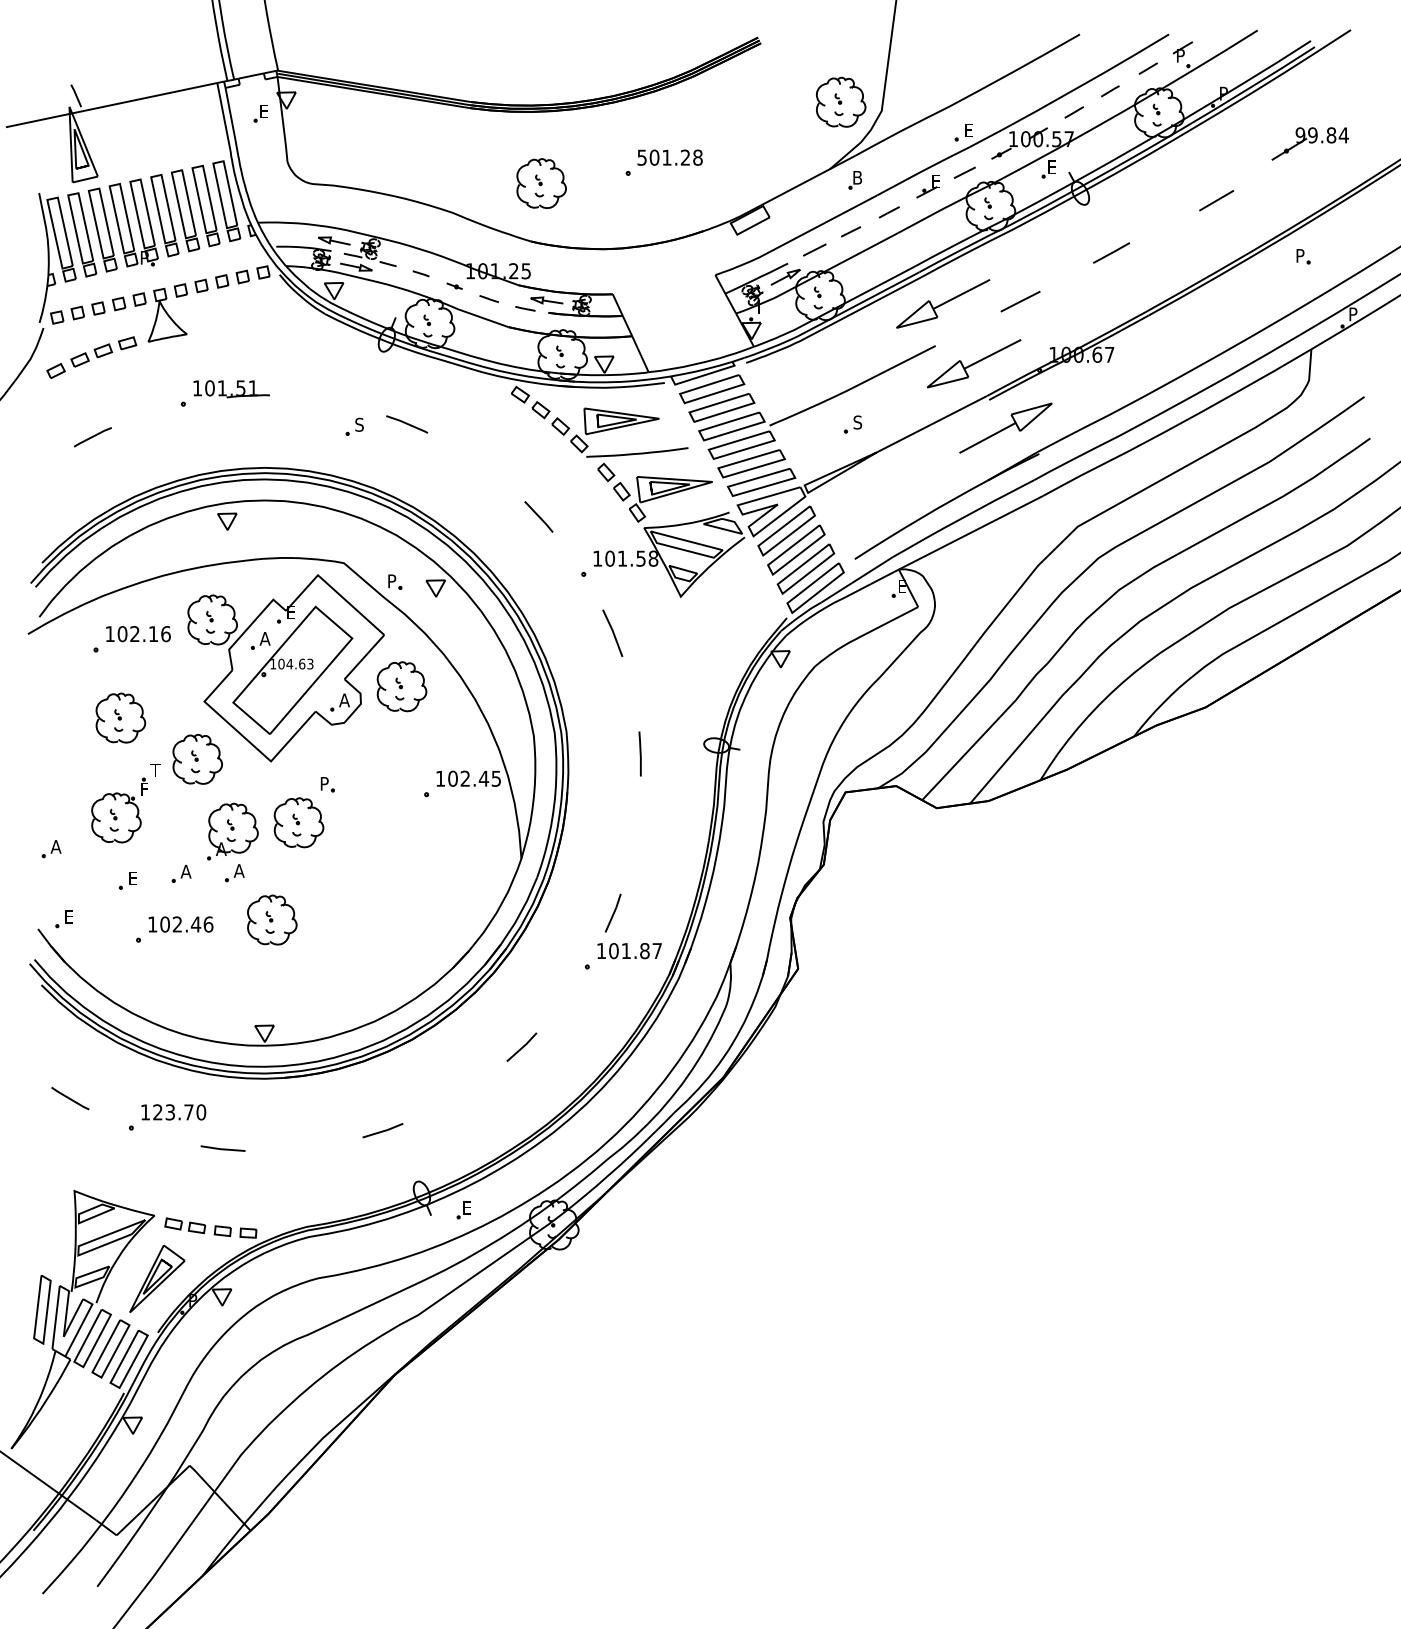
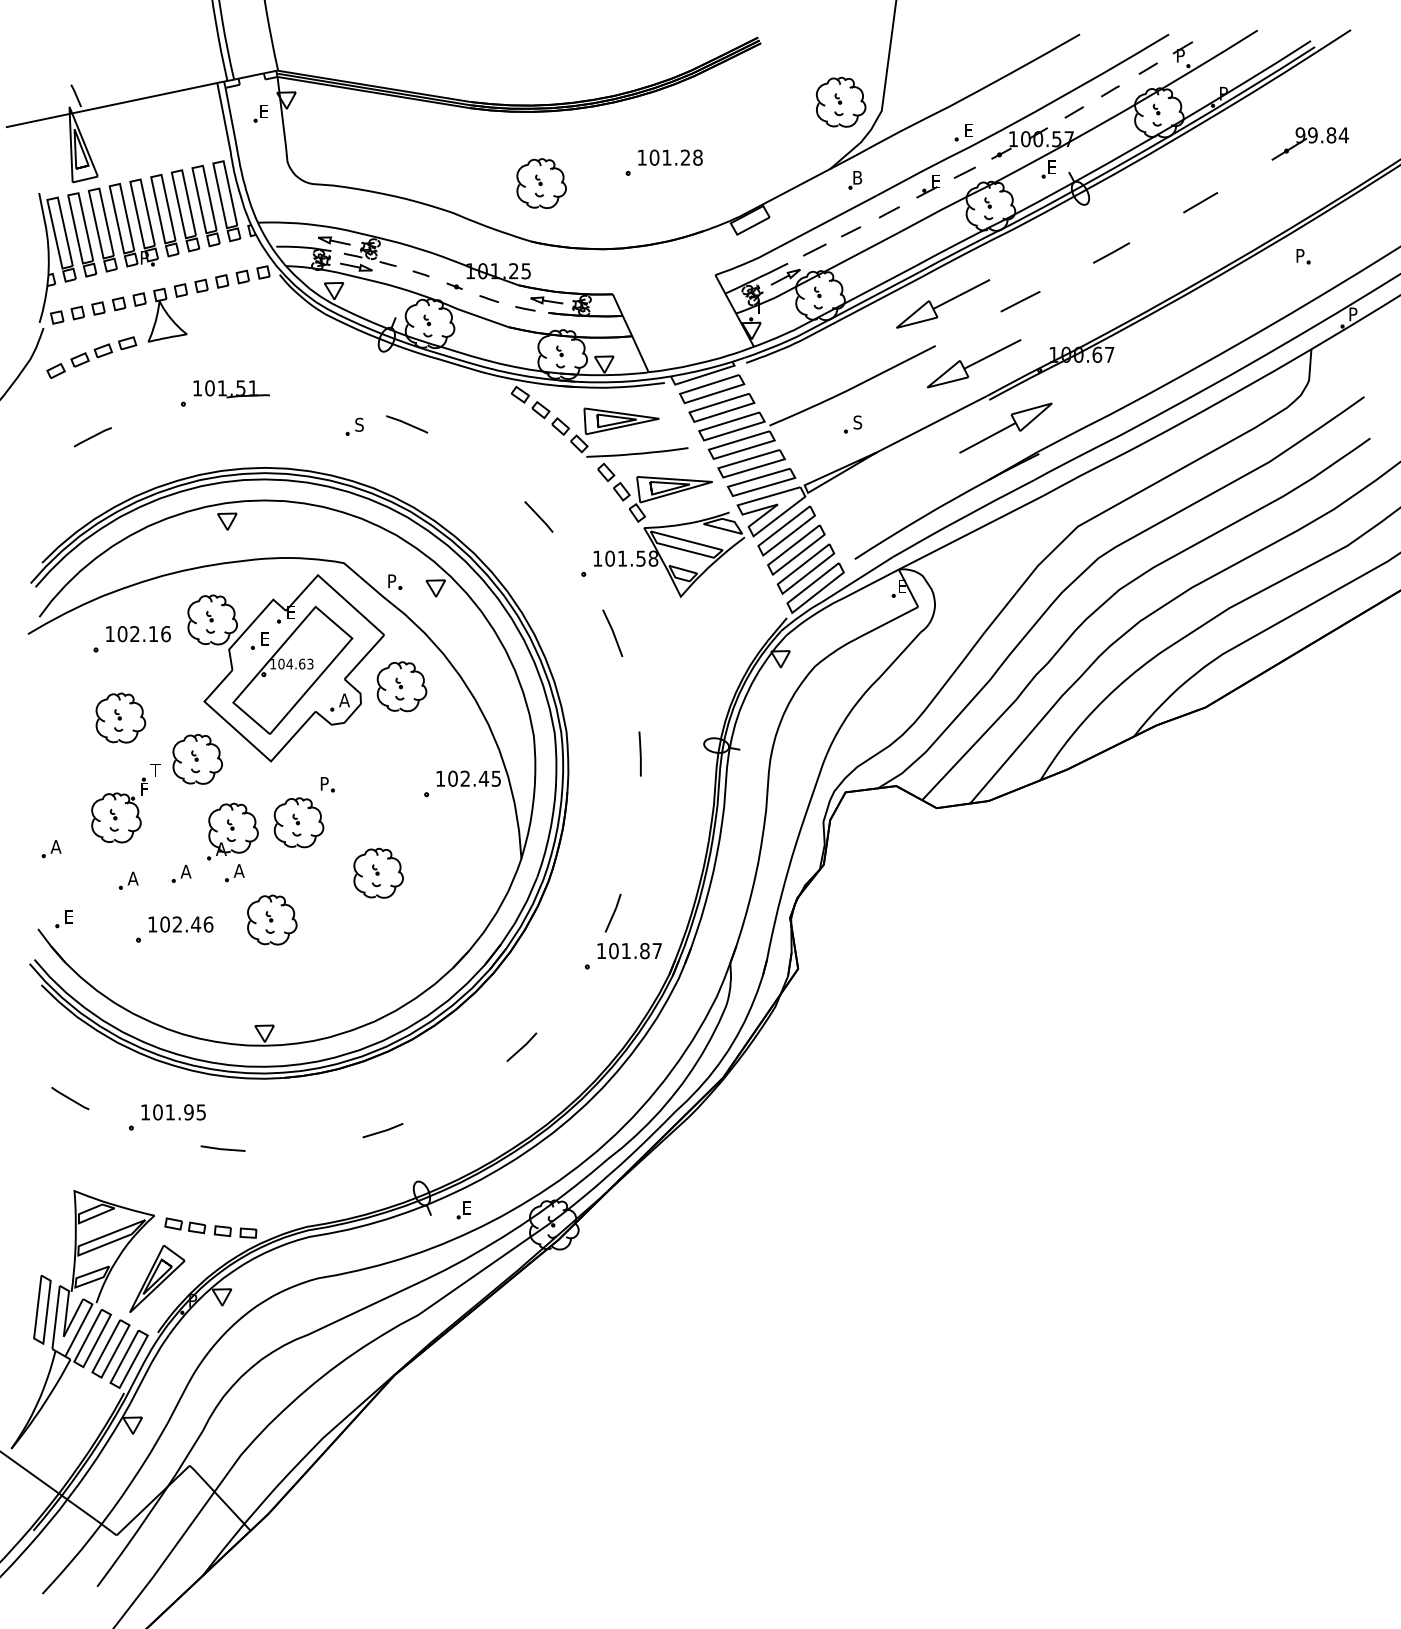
text at (641, 157): 501.28 -> 101.28
line at (1216, 200) position: (1216, 200) -> (1200, 202)
text at (264, 638): A -> E
part at (378, 872): none -> present
text at (132, 878): E -> A
text at (179, 1112): 123.70 -> 101.95
